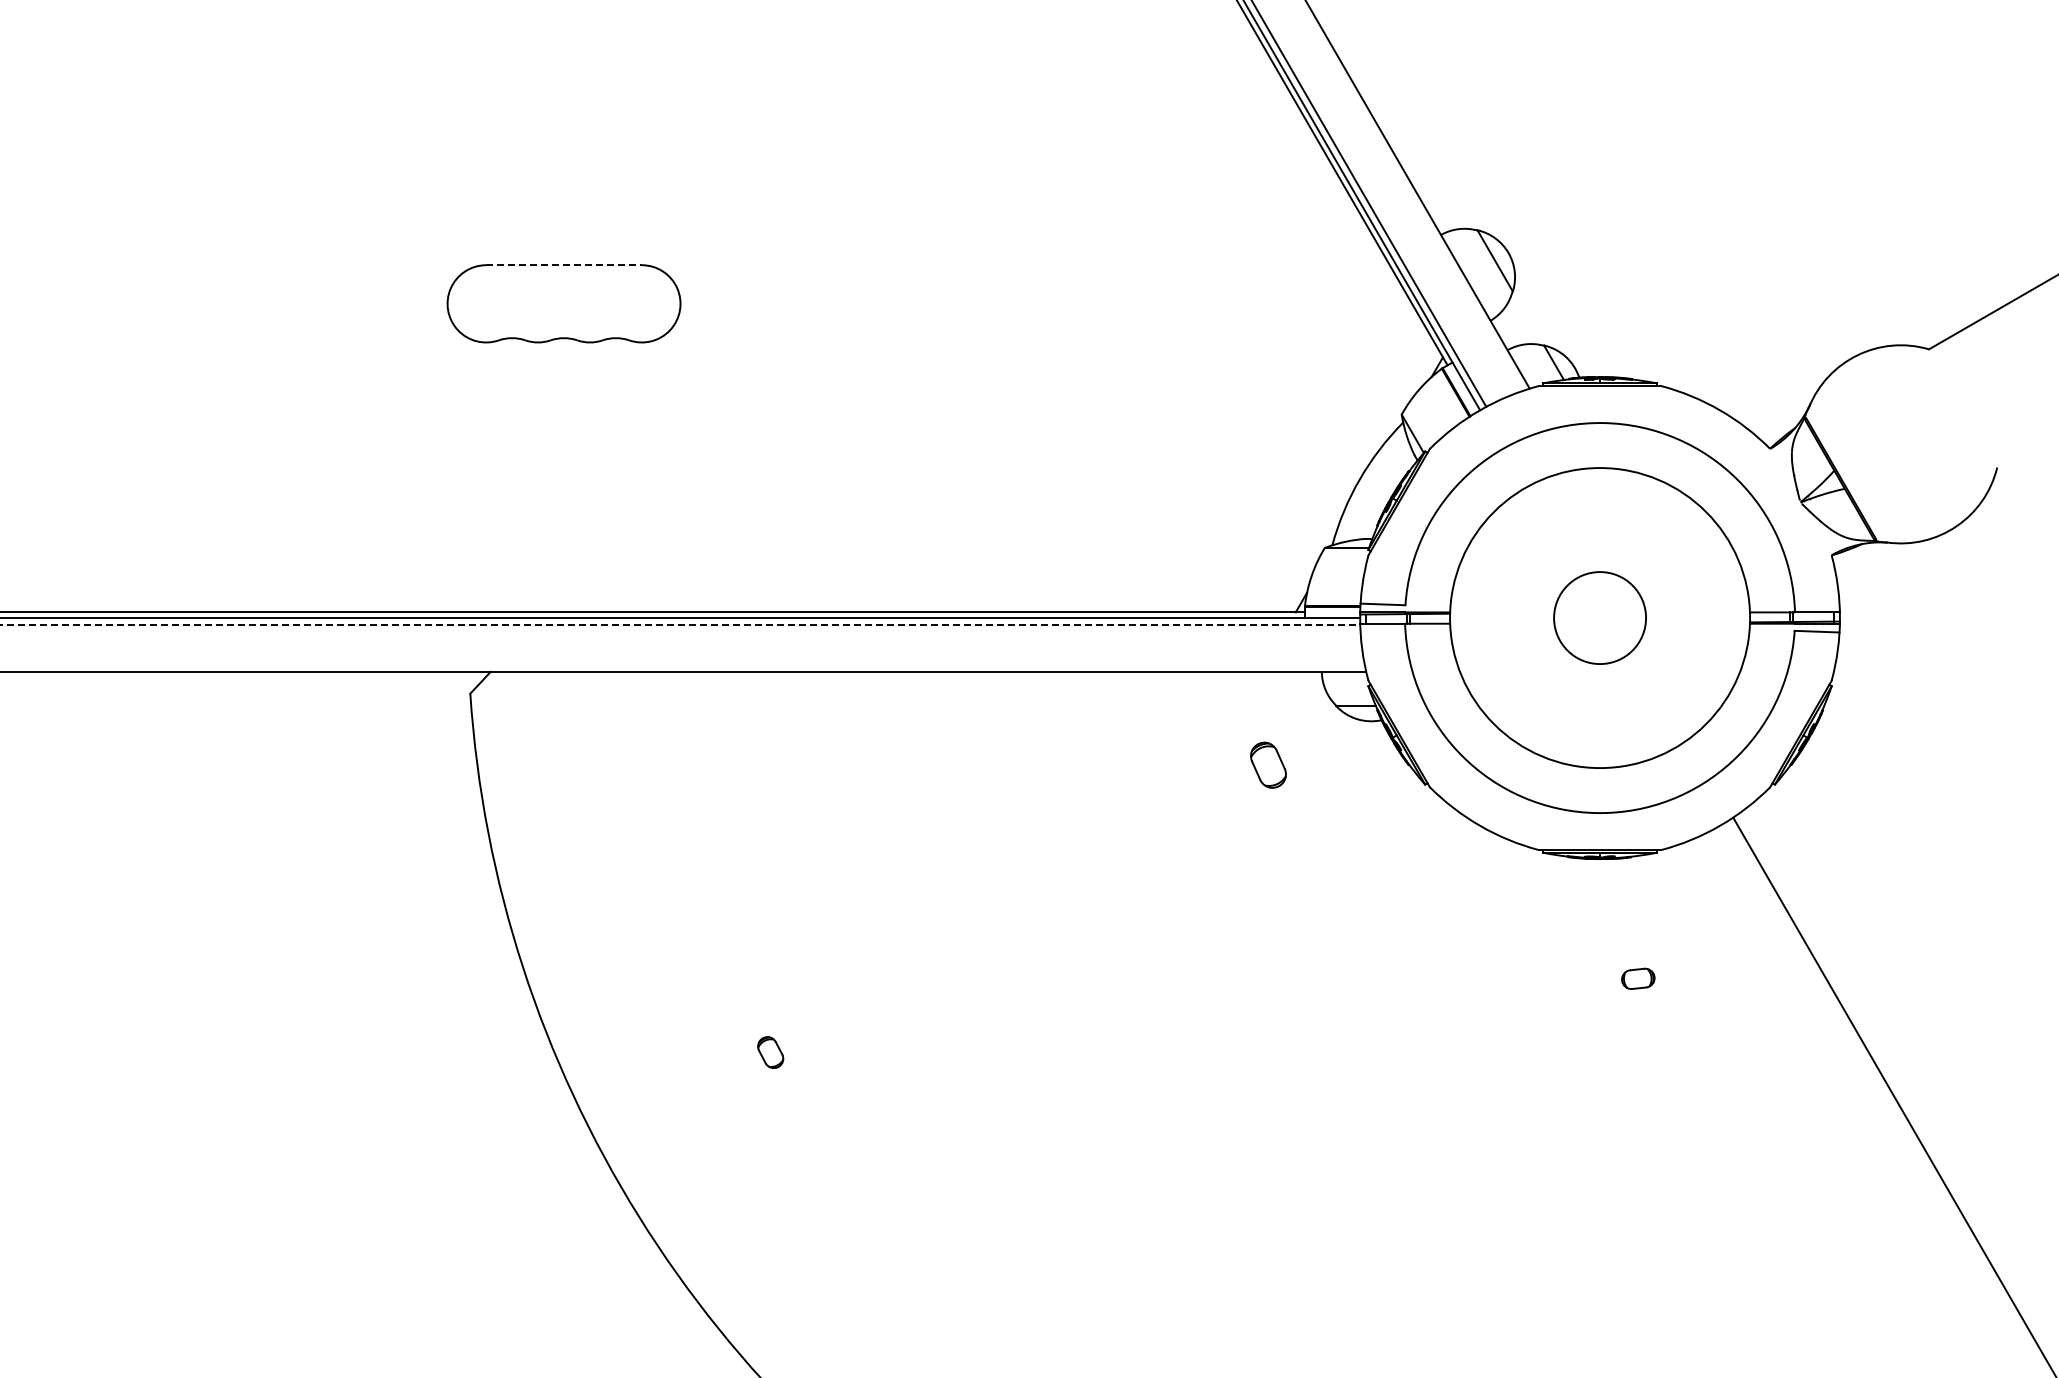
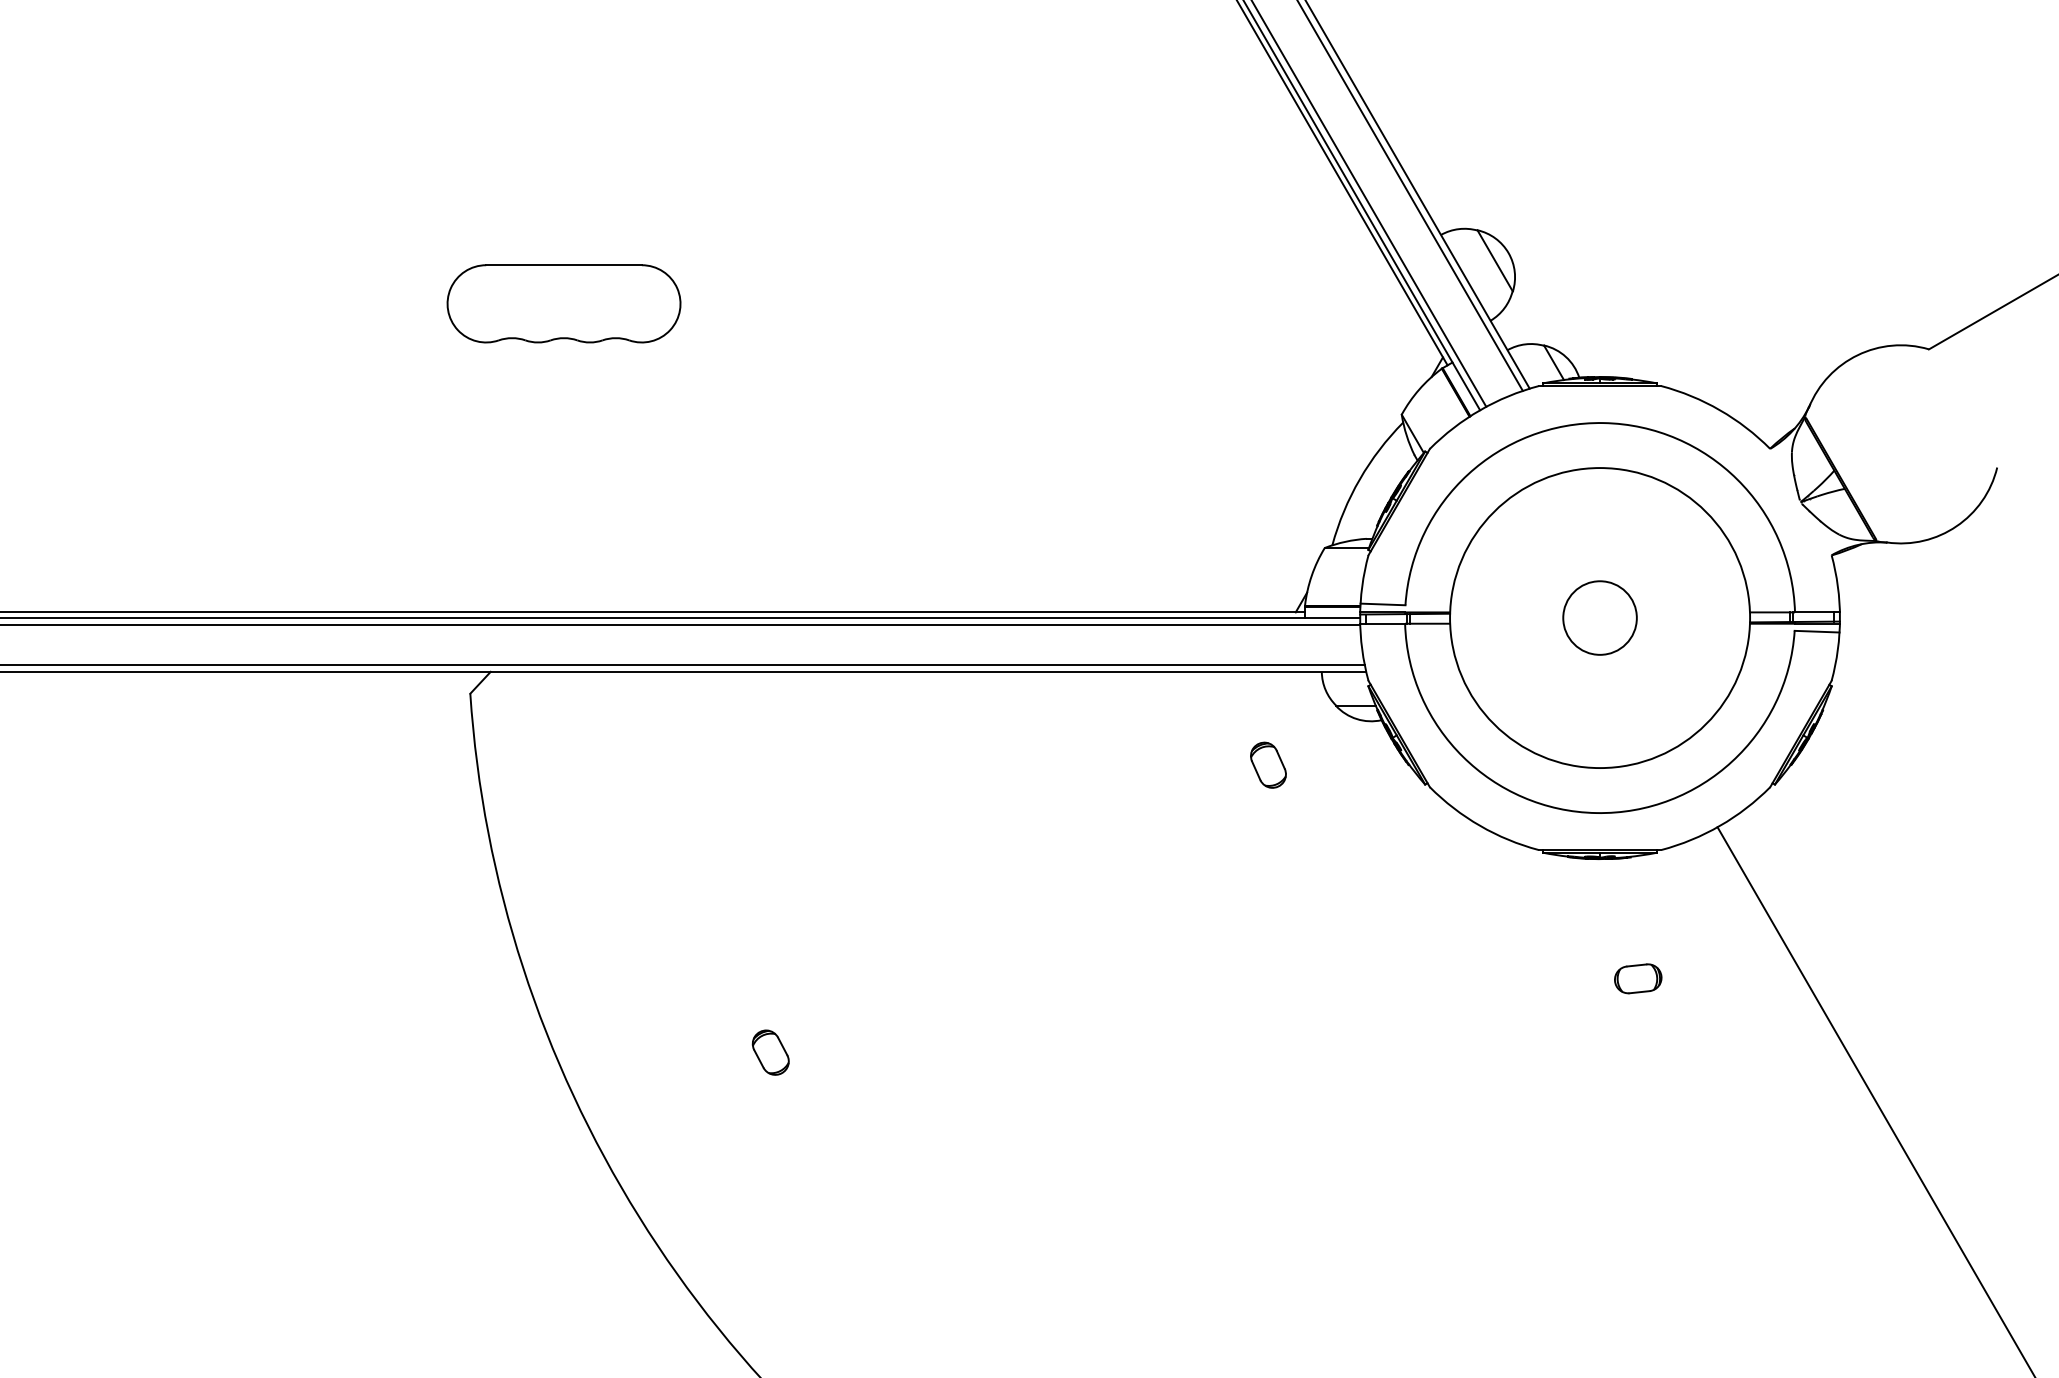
line at (1410, 196): none -> present
line at (564, 265): dashed -> solid
circle at (1600, 618) diameter: 92 px -> 74 px
line at (680, 625): dashed -> solid
line at (683, 664): none -> present
part at (1638, 978) size: 35x23 px -> 49x32 px
part at (770, 1052) size: 28x33 px -> 39x47 px
line at (1893, 1096) position: (1893, 1096) -> (1875, 1100)
